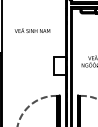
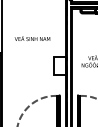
text at (32, 30) position: (32, 30) -> (32, 38)
